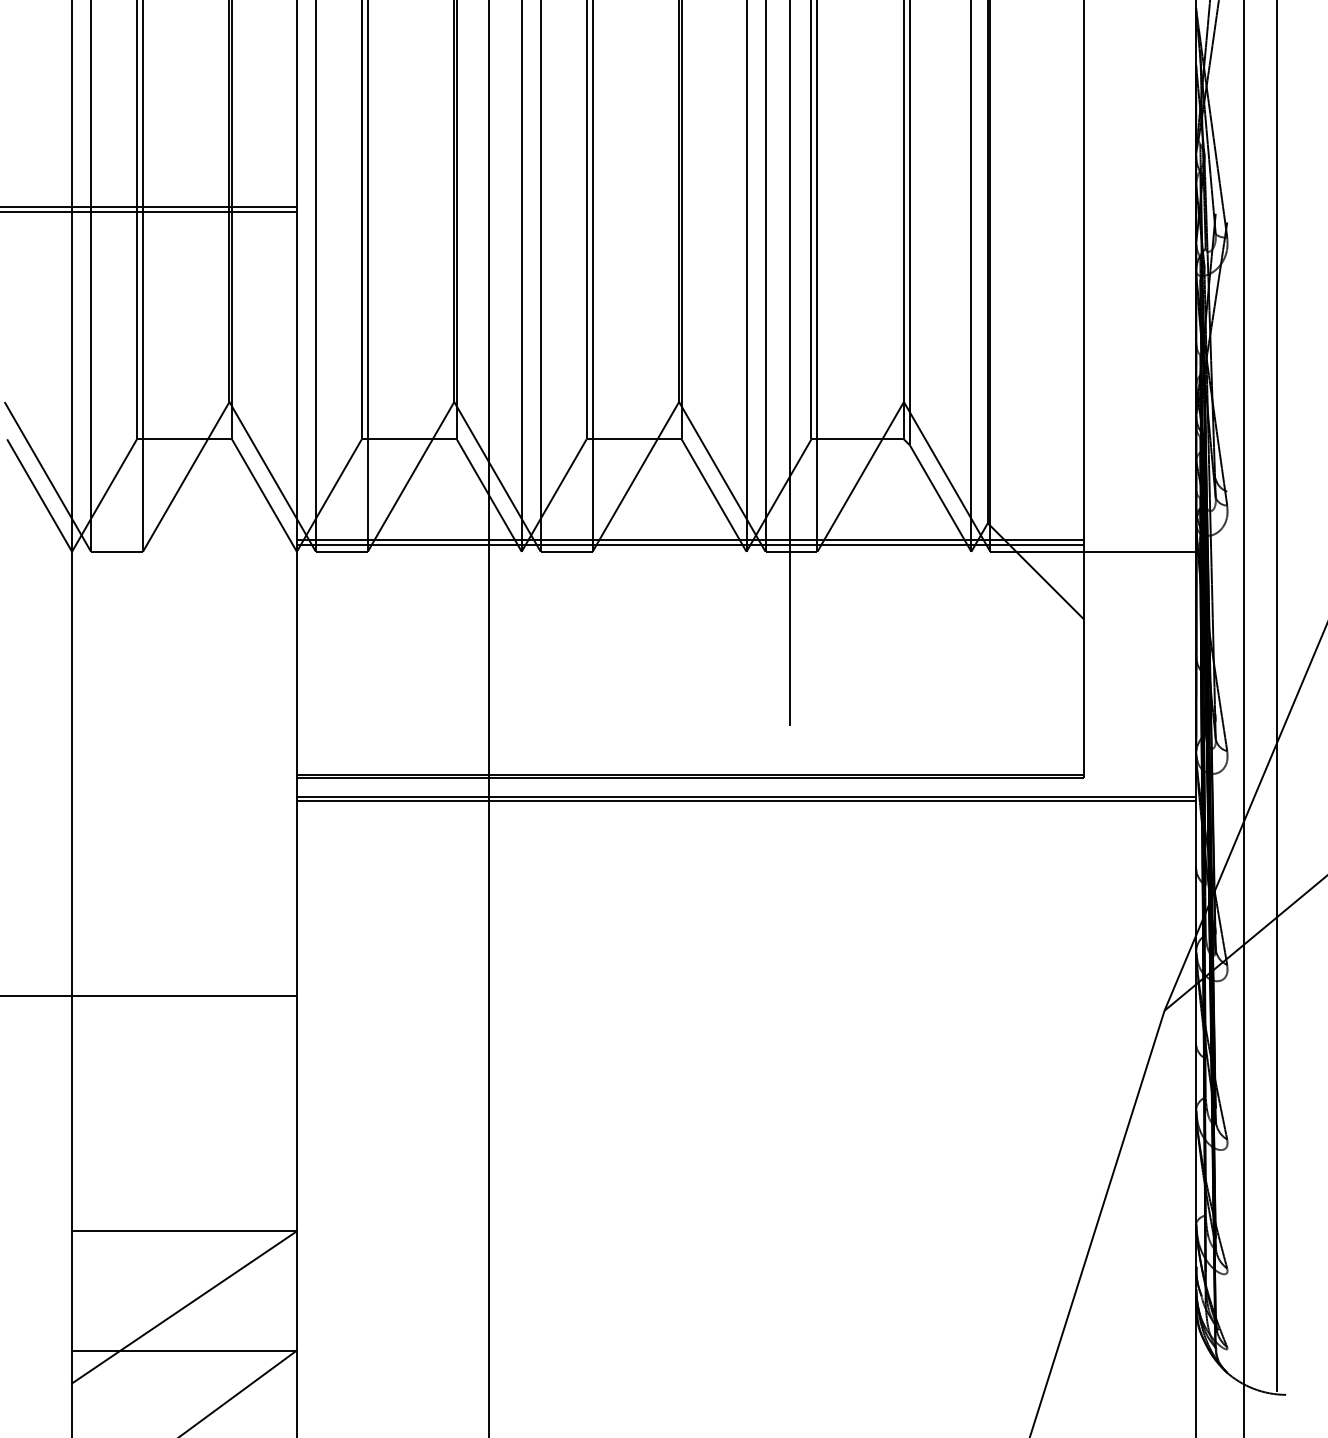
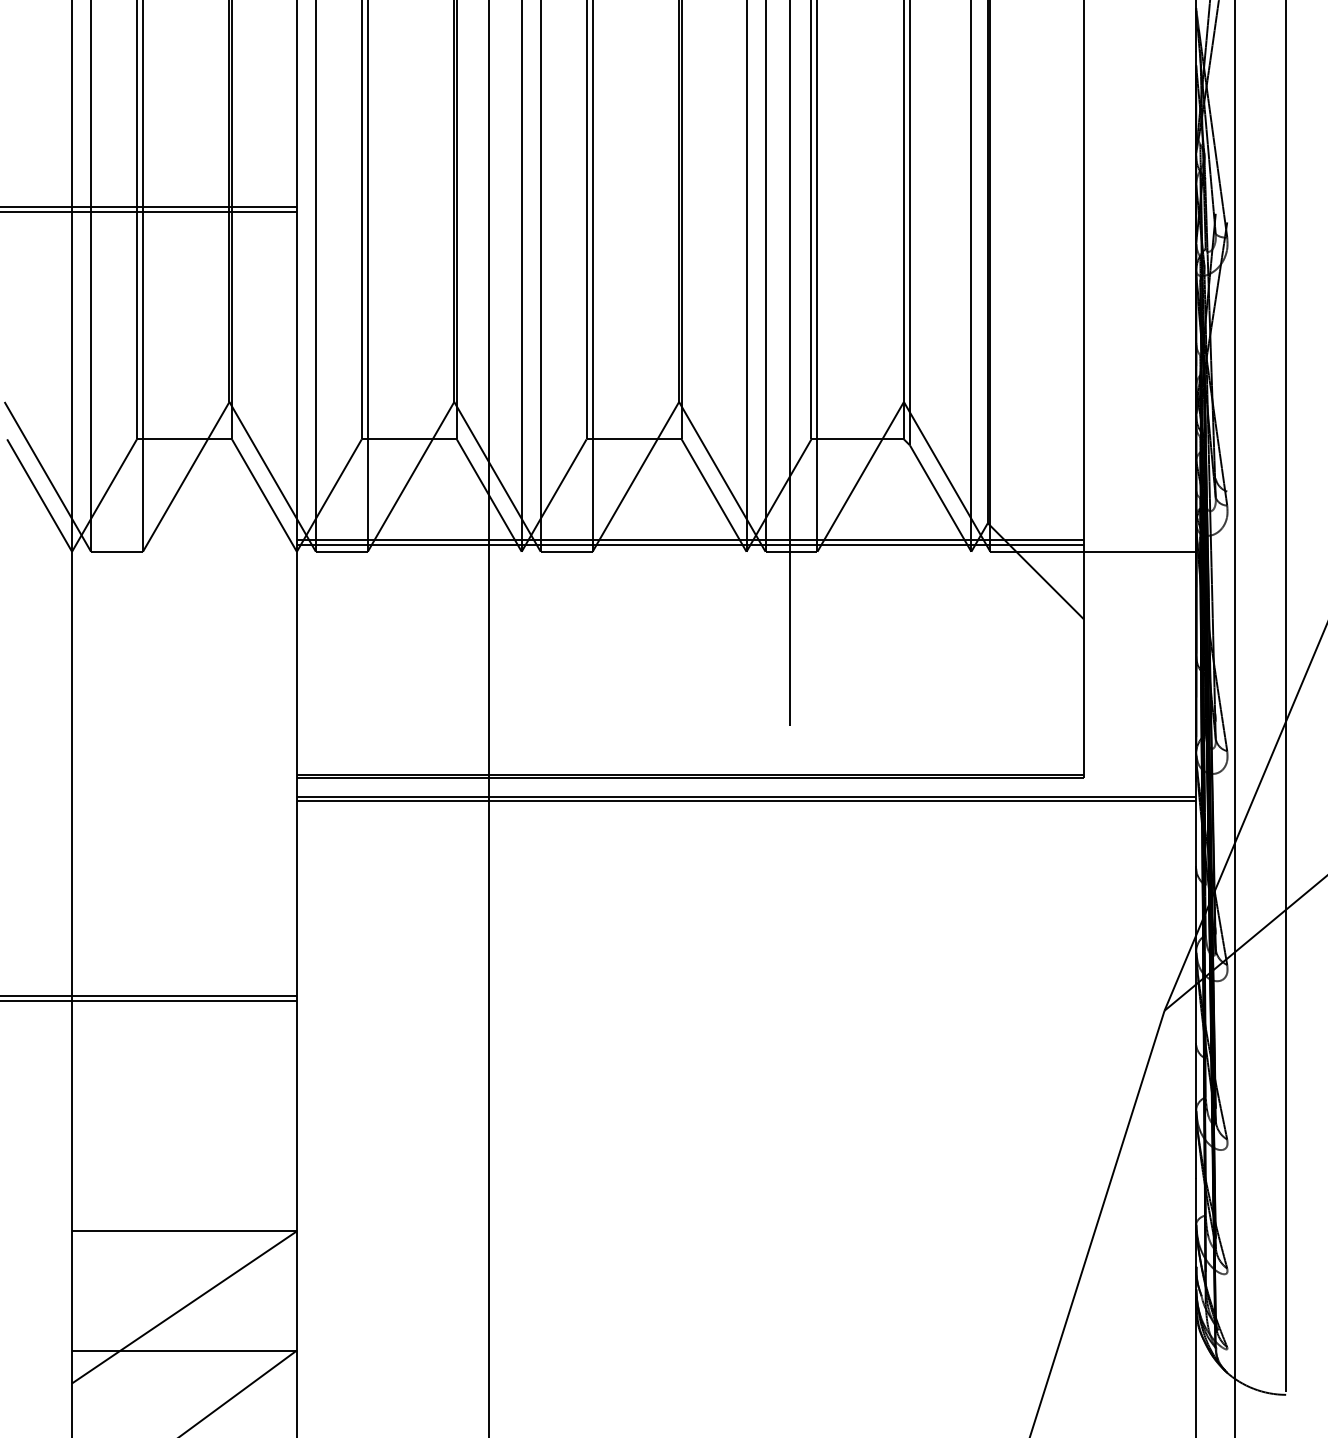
line at (1277, 697) position: (1277, 697) -> (1286, 697)
line at (1243, 718) position: (1243, 718) -> (1234, 718)
line at (149, 1001): none -> present
